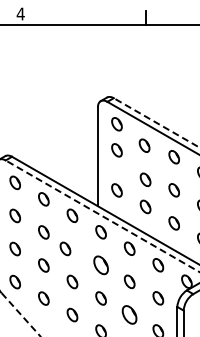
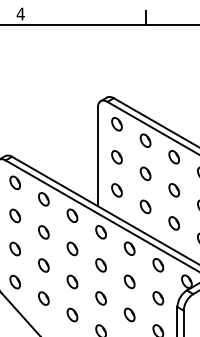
line at (156, 122): dashed -> solid
part at (144, 145) position: (144, 145) -> (145, 140)
part at (116, 150) position: (116, 150) -> (116, 157)
part at (145, 179) position: (145, 179) -> (145, 173)
line at (102, 216): dashed -> solid
part at (65, 248) position: (65, 248) -> (72, 248)
part at (100, 265) size: 16x21 px -> 12x15 px
part at (129, 314) size: 17x20 px -> 12x16 px
line at (21, 315): dashed -> solid
